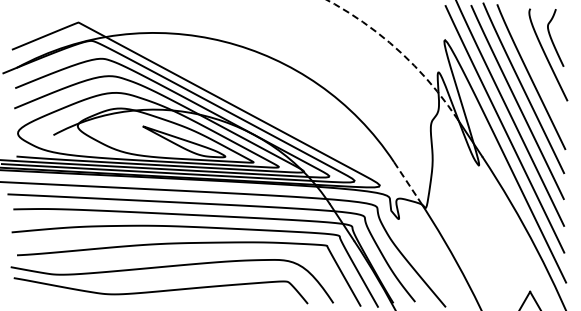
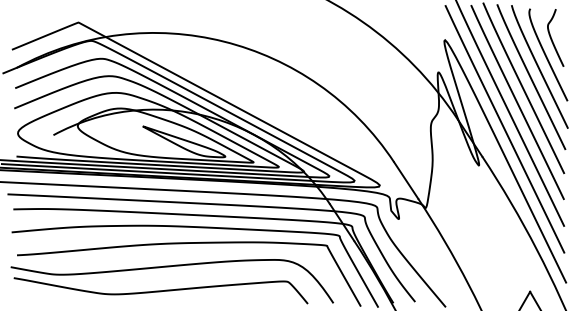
arc at (400, 52): dashed -> solid
curve at (539, 66): none -> present
line at (406, 180): dashed -> solid
